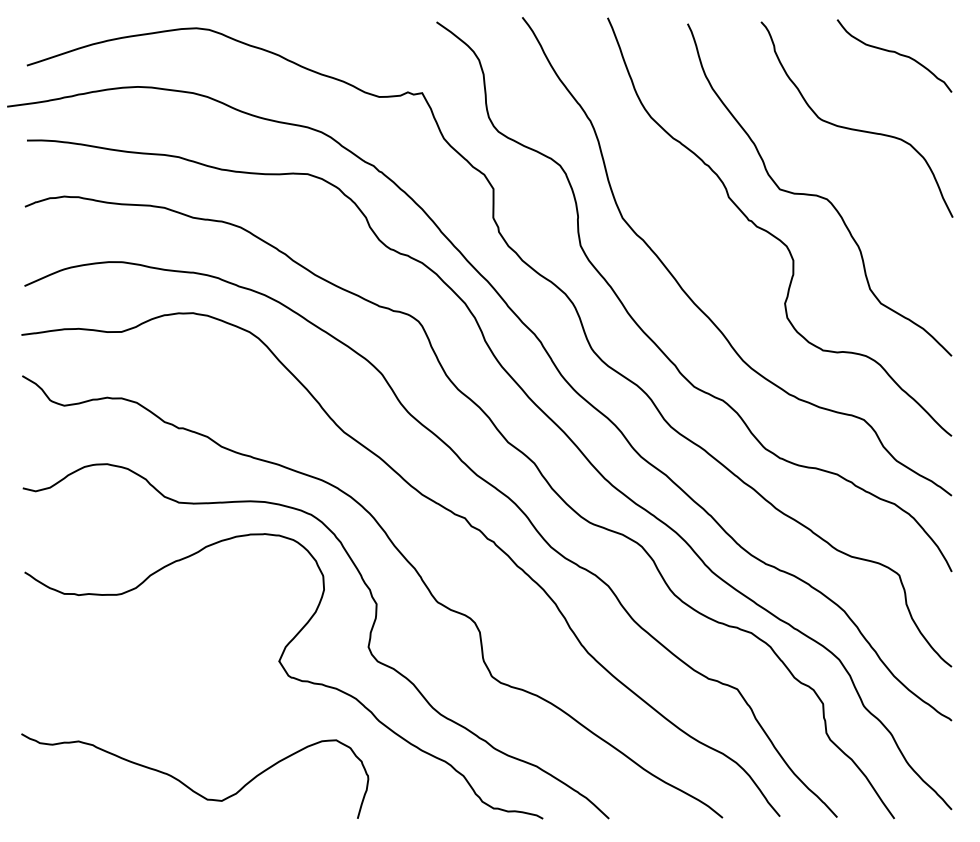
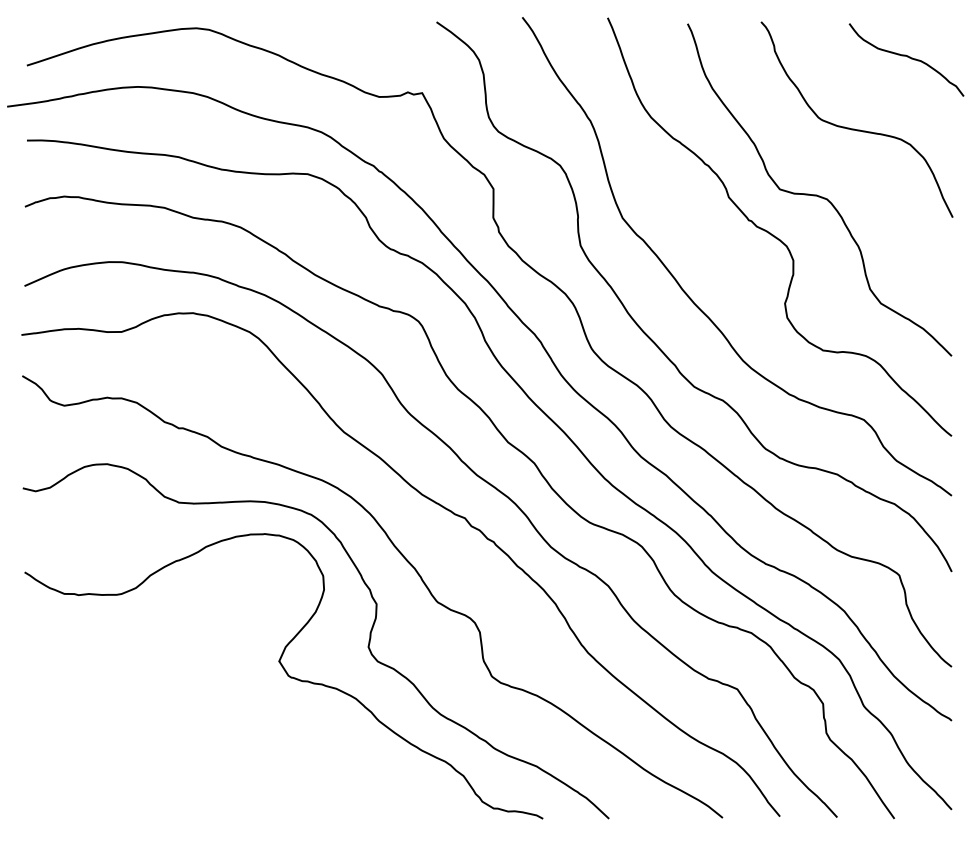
curve at (895, 53) position: (895, 53) -> (907, 57)
curve at (187, 785): present -> none
